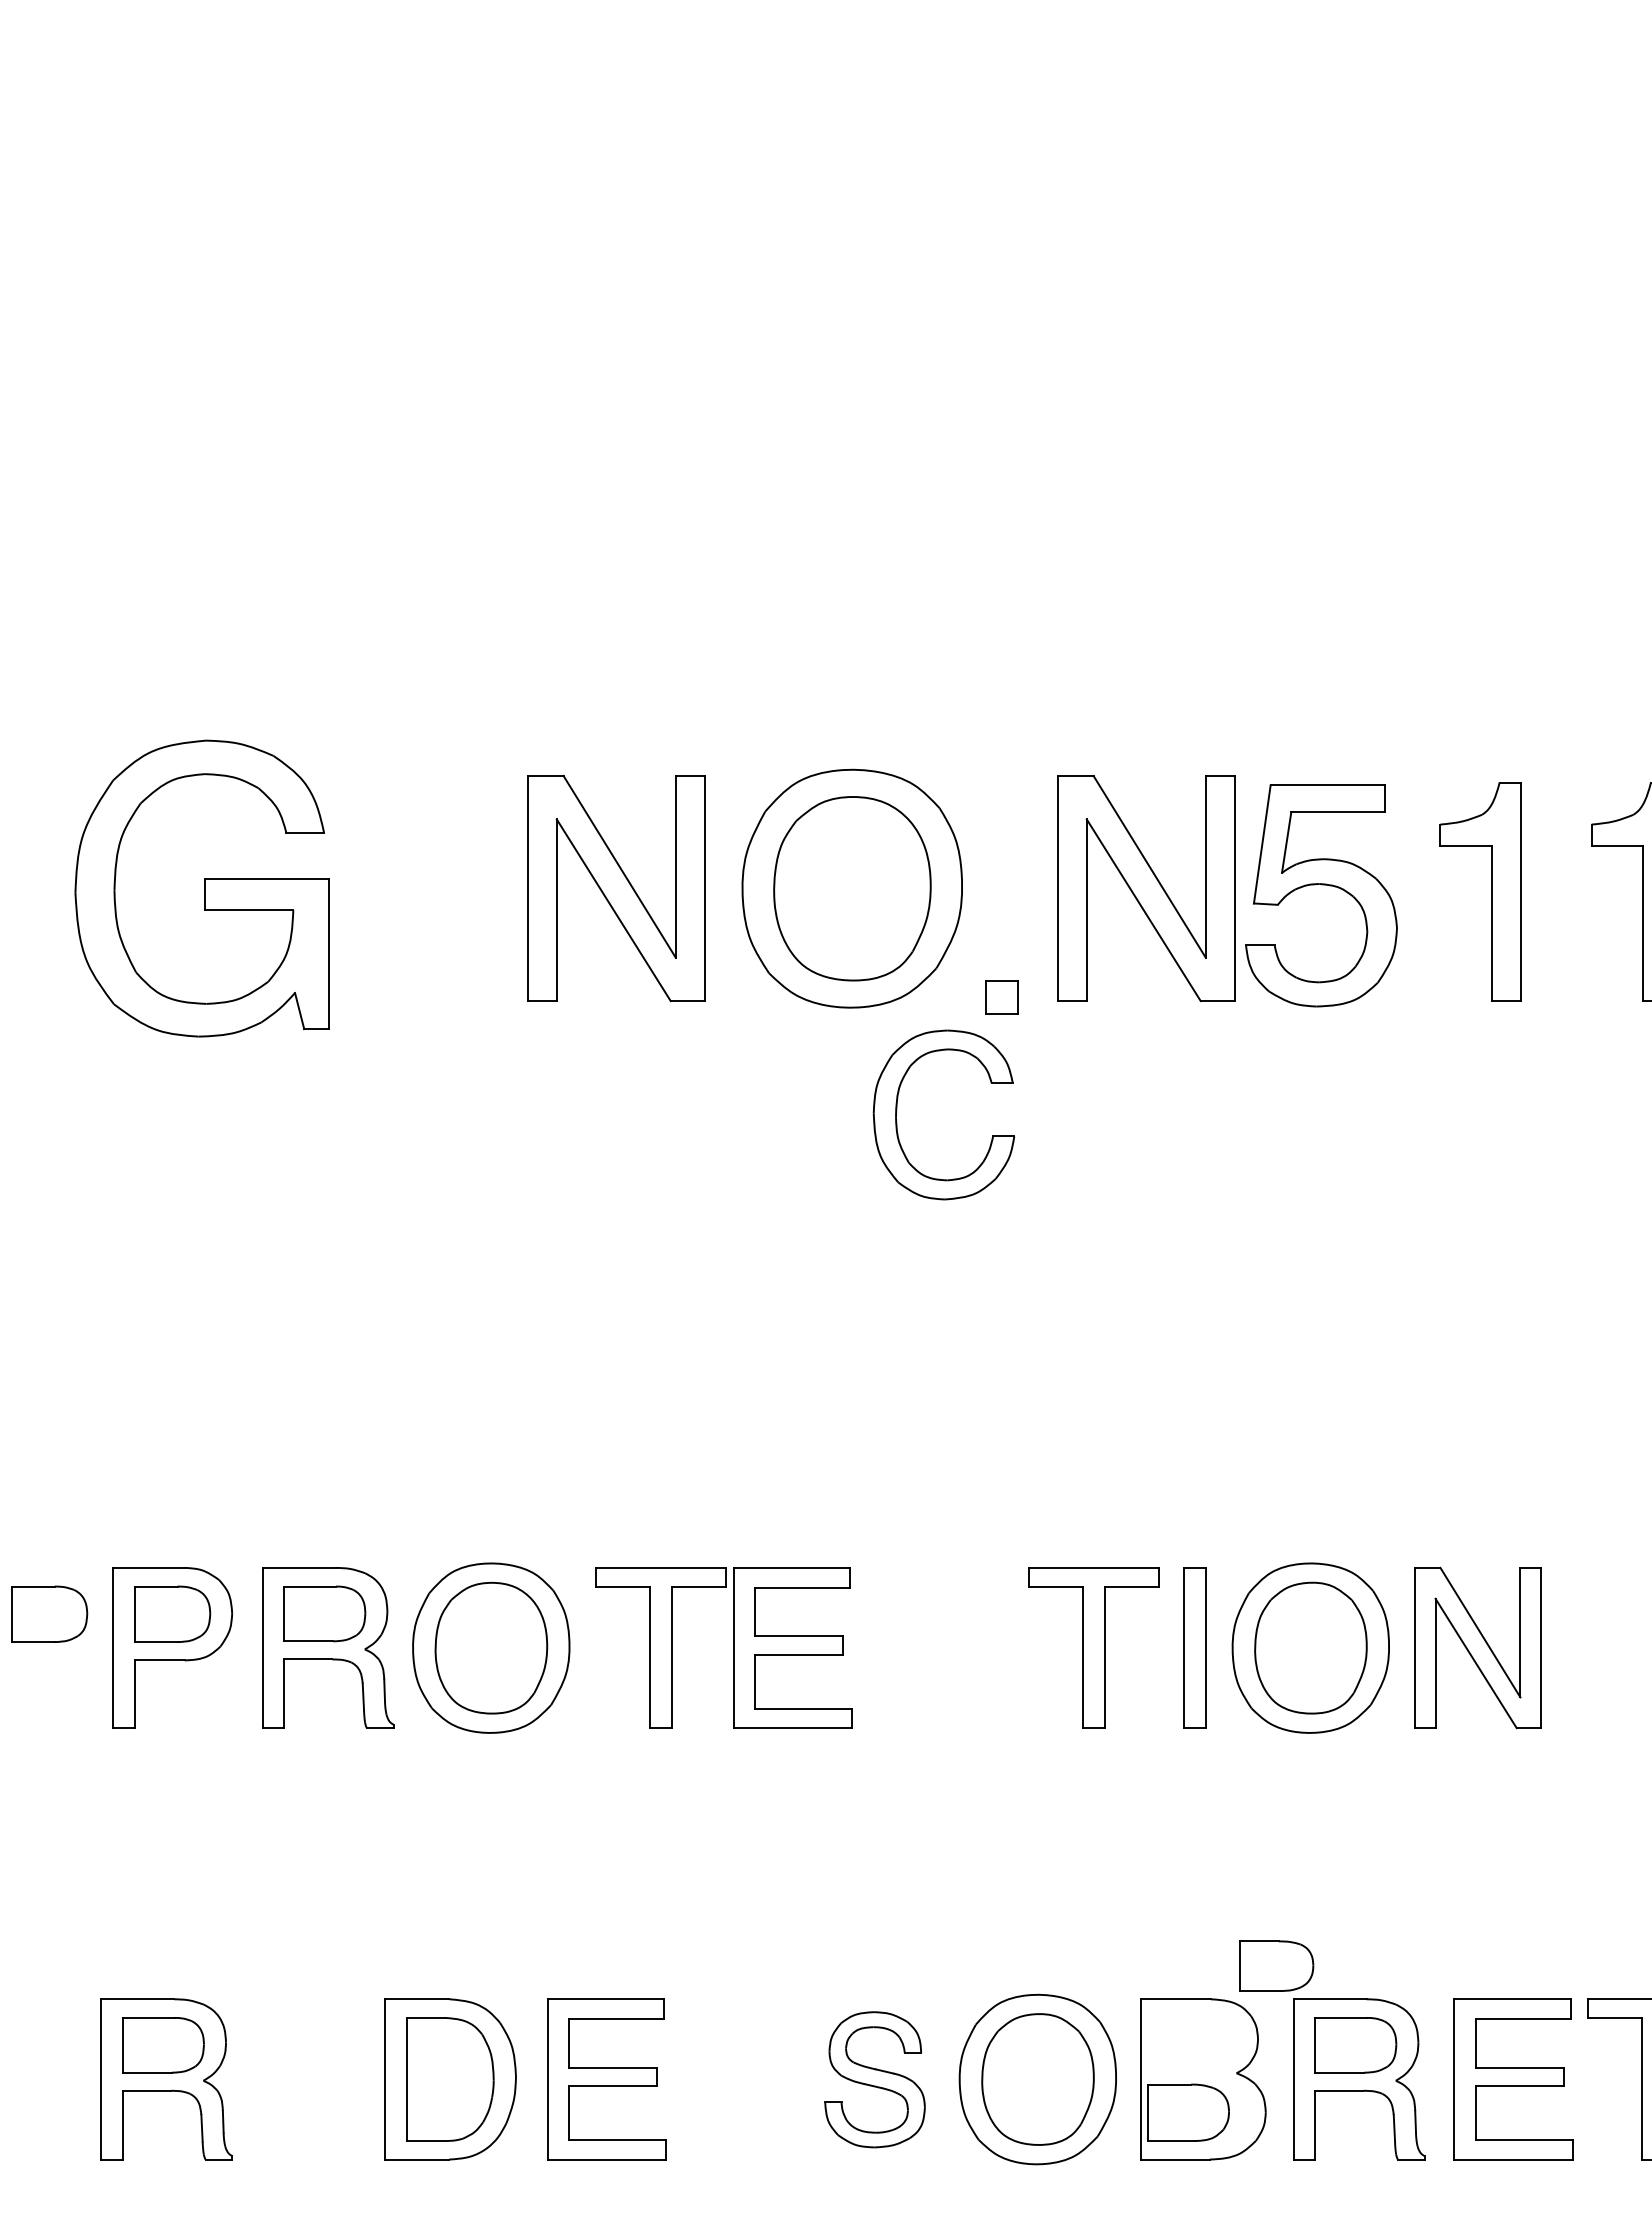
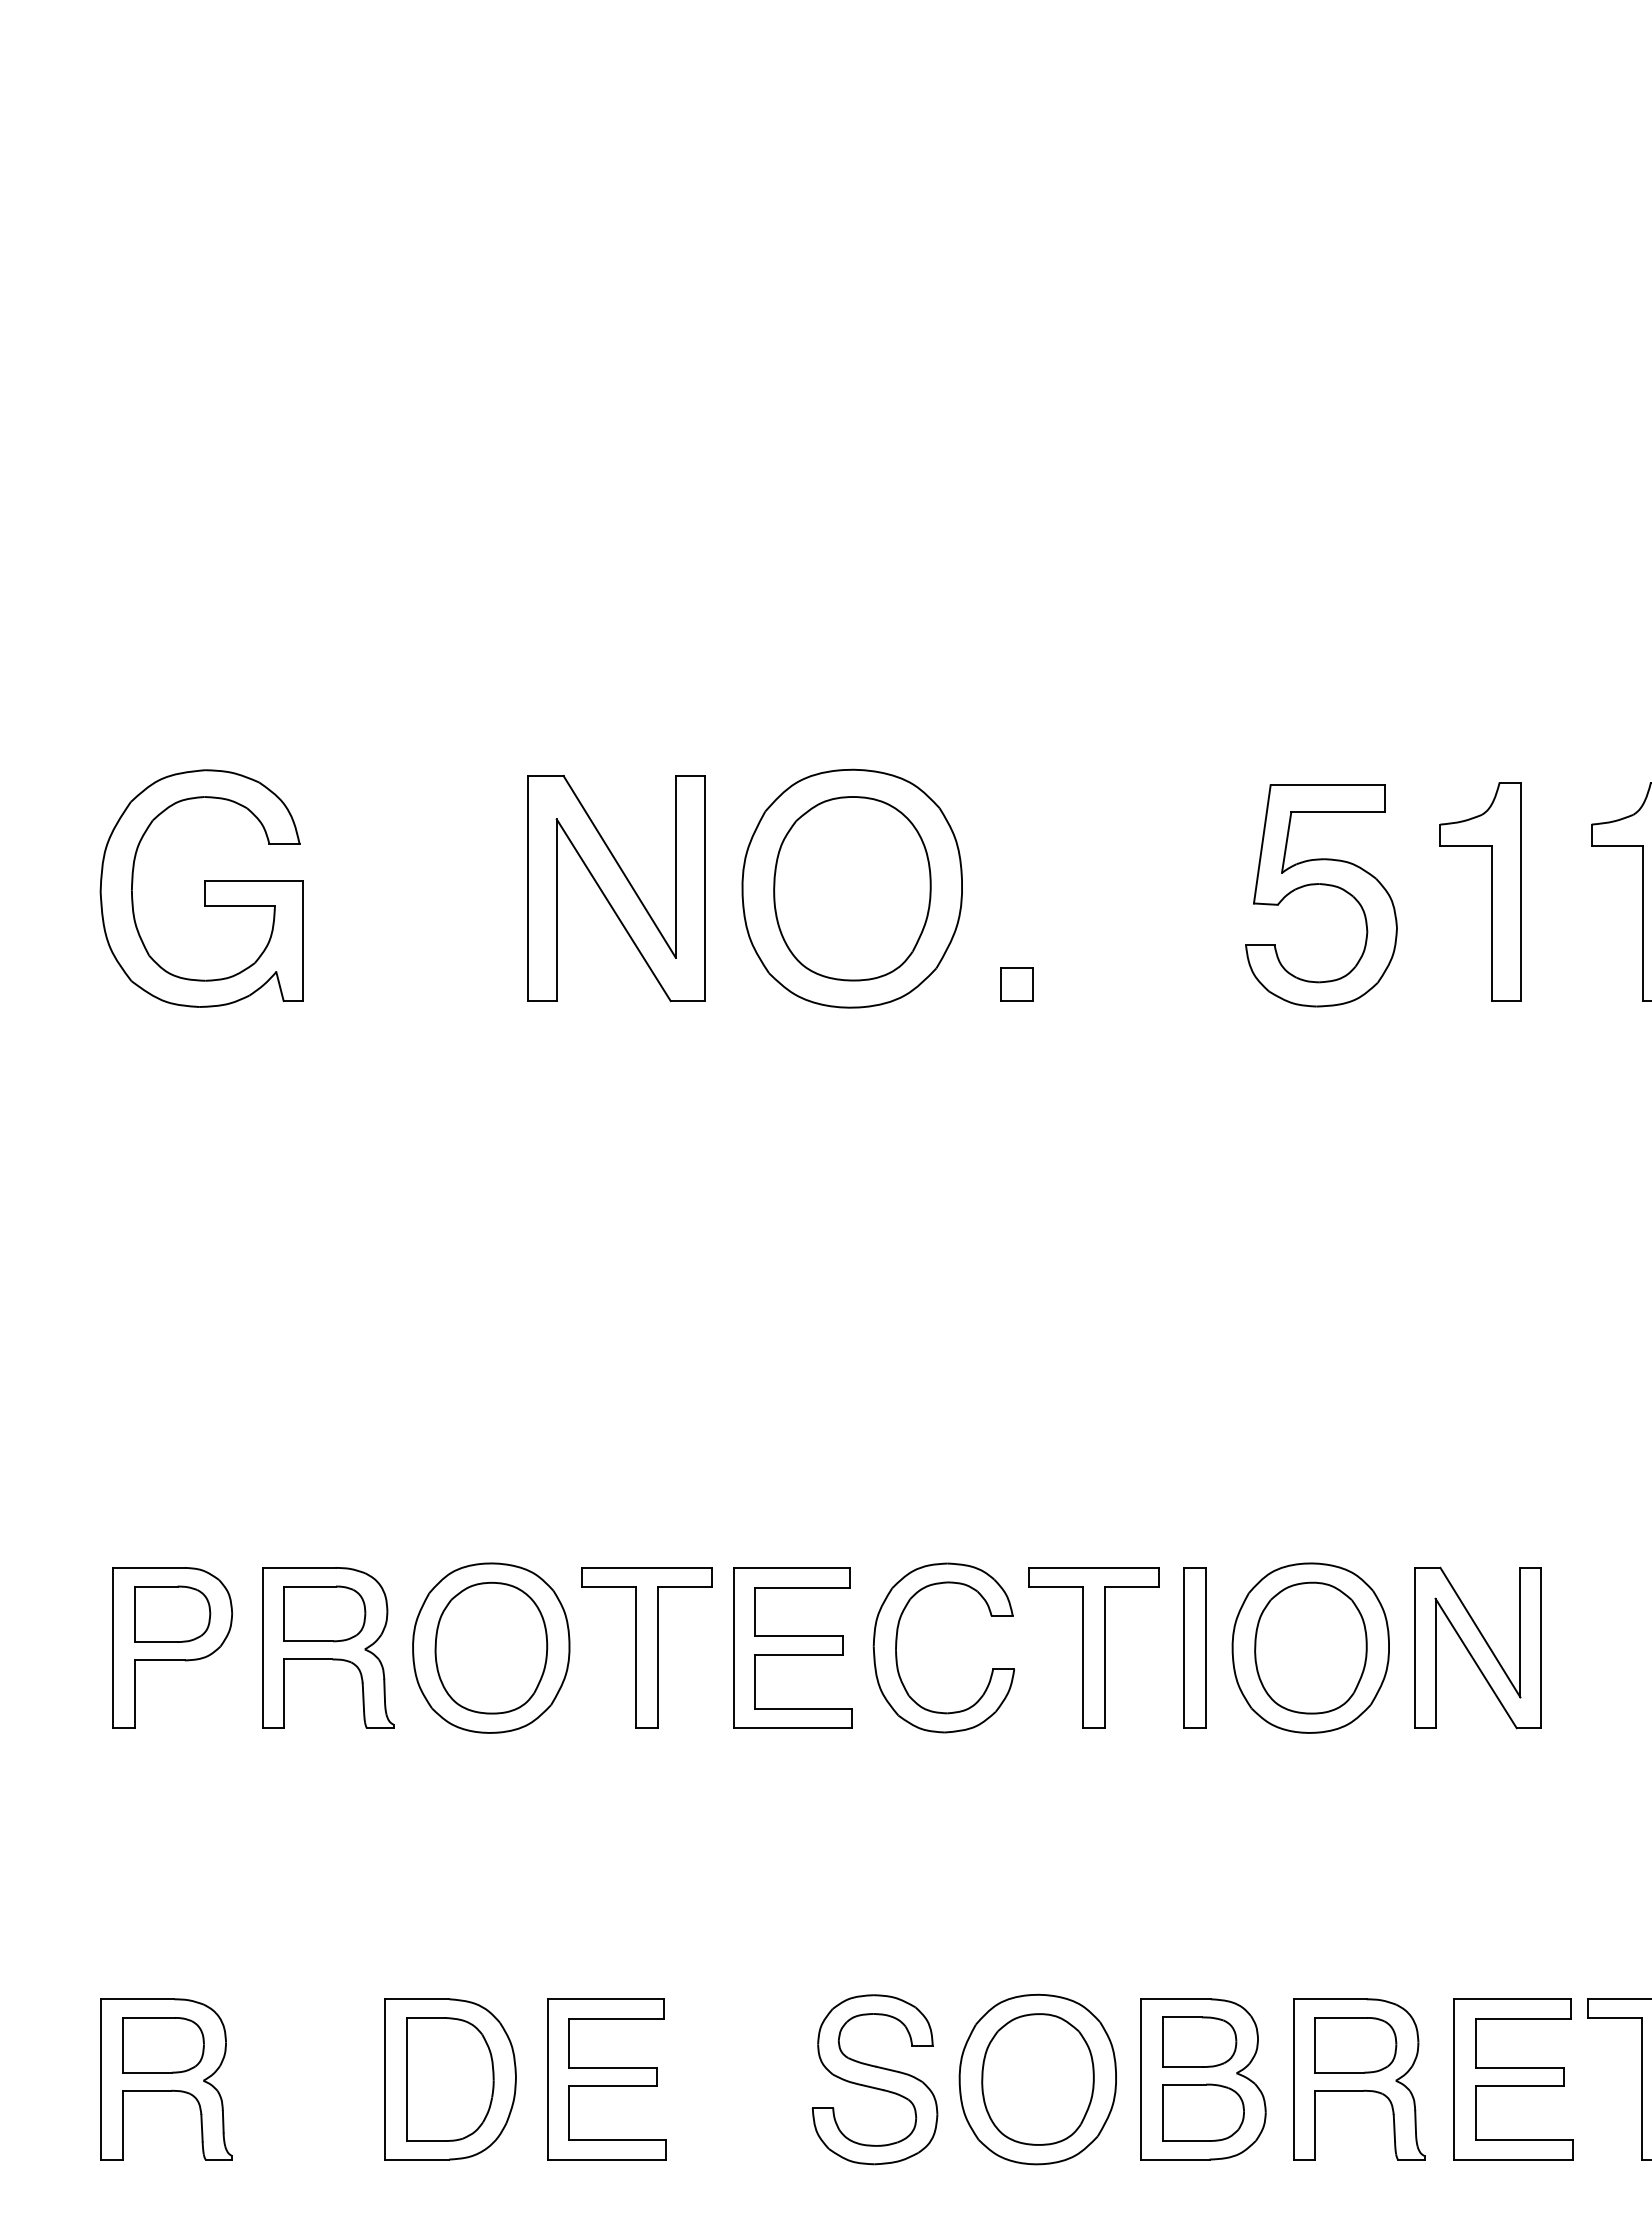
part at (201, 888) size: 256x299 px -> 205x239 px
part at (1146, 888): present -> none
part at (1001, 997) position: (1001, 997) -> (1016, 984)
part at (897, 1111) position: (897, 1111) -> (897, 1644)
part at (49, 1613): present -> none
part at (660, 1647) position: (660, 1647) -> (646, 1647)
part at (1276, 1965) position: (1276, 1965) -> (1199, 2041)
part at (874, 2079) size: 102x138 px -> 128x172 px
part at (1188, 2112) position: (1188, 2112) -> (1203, 2112)
